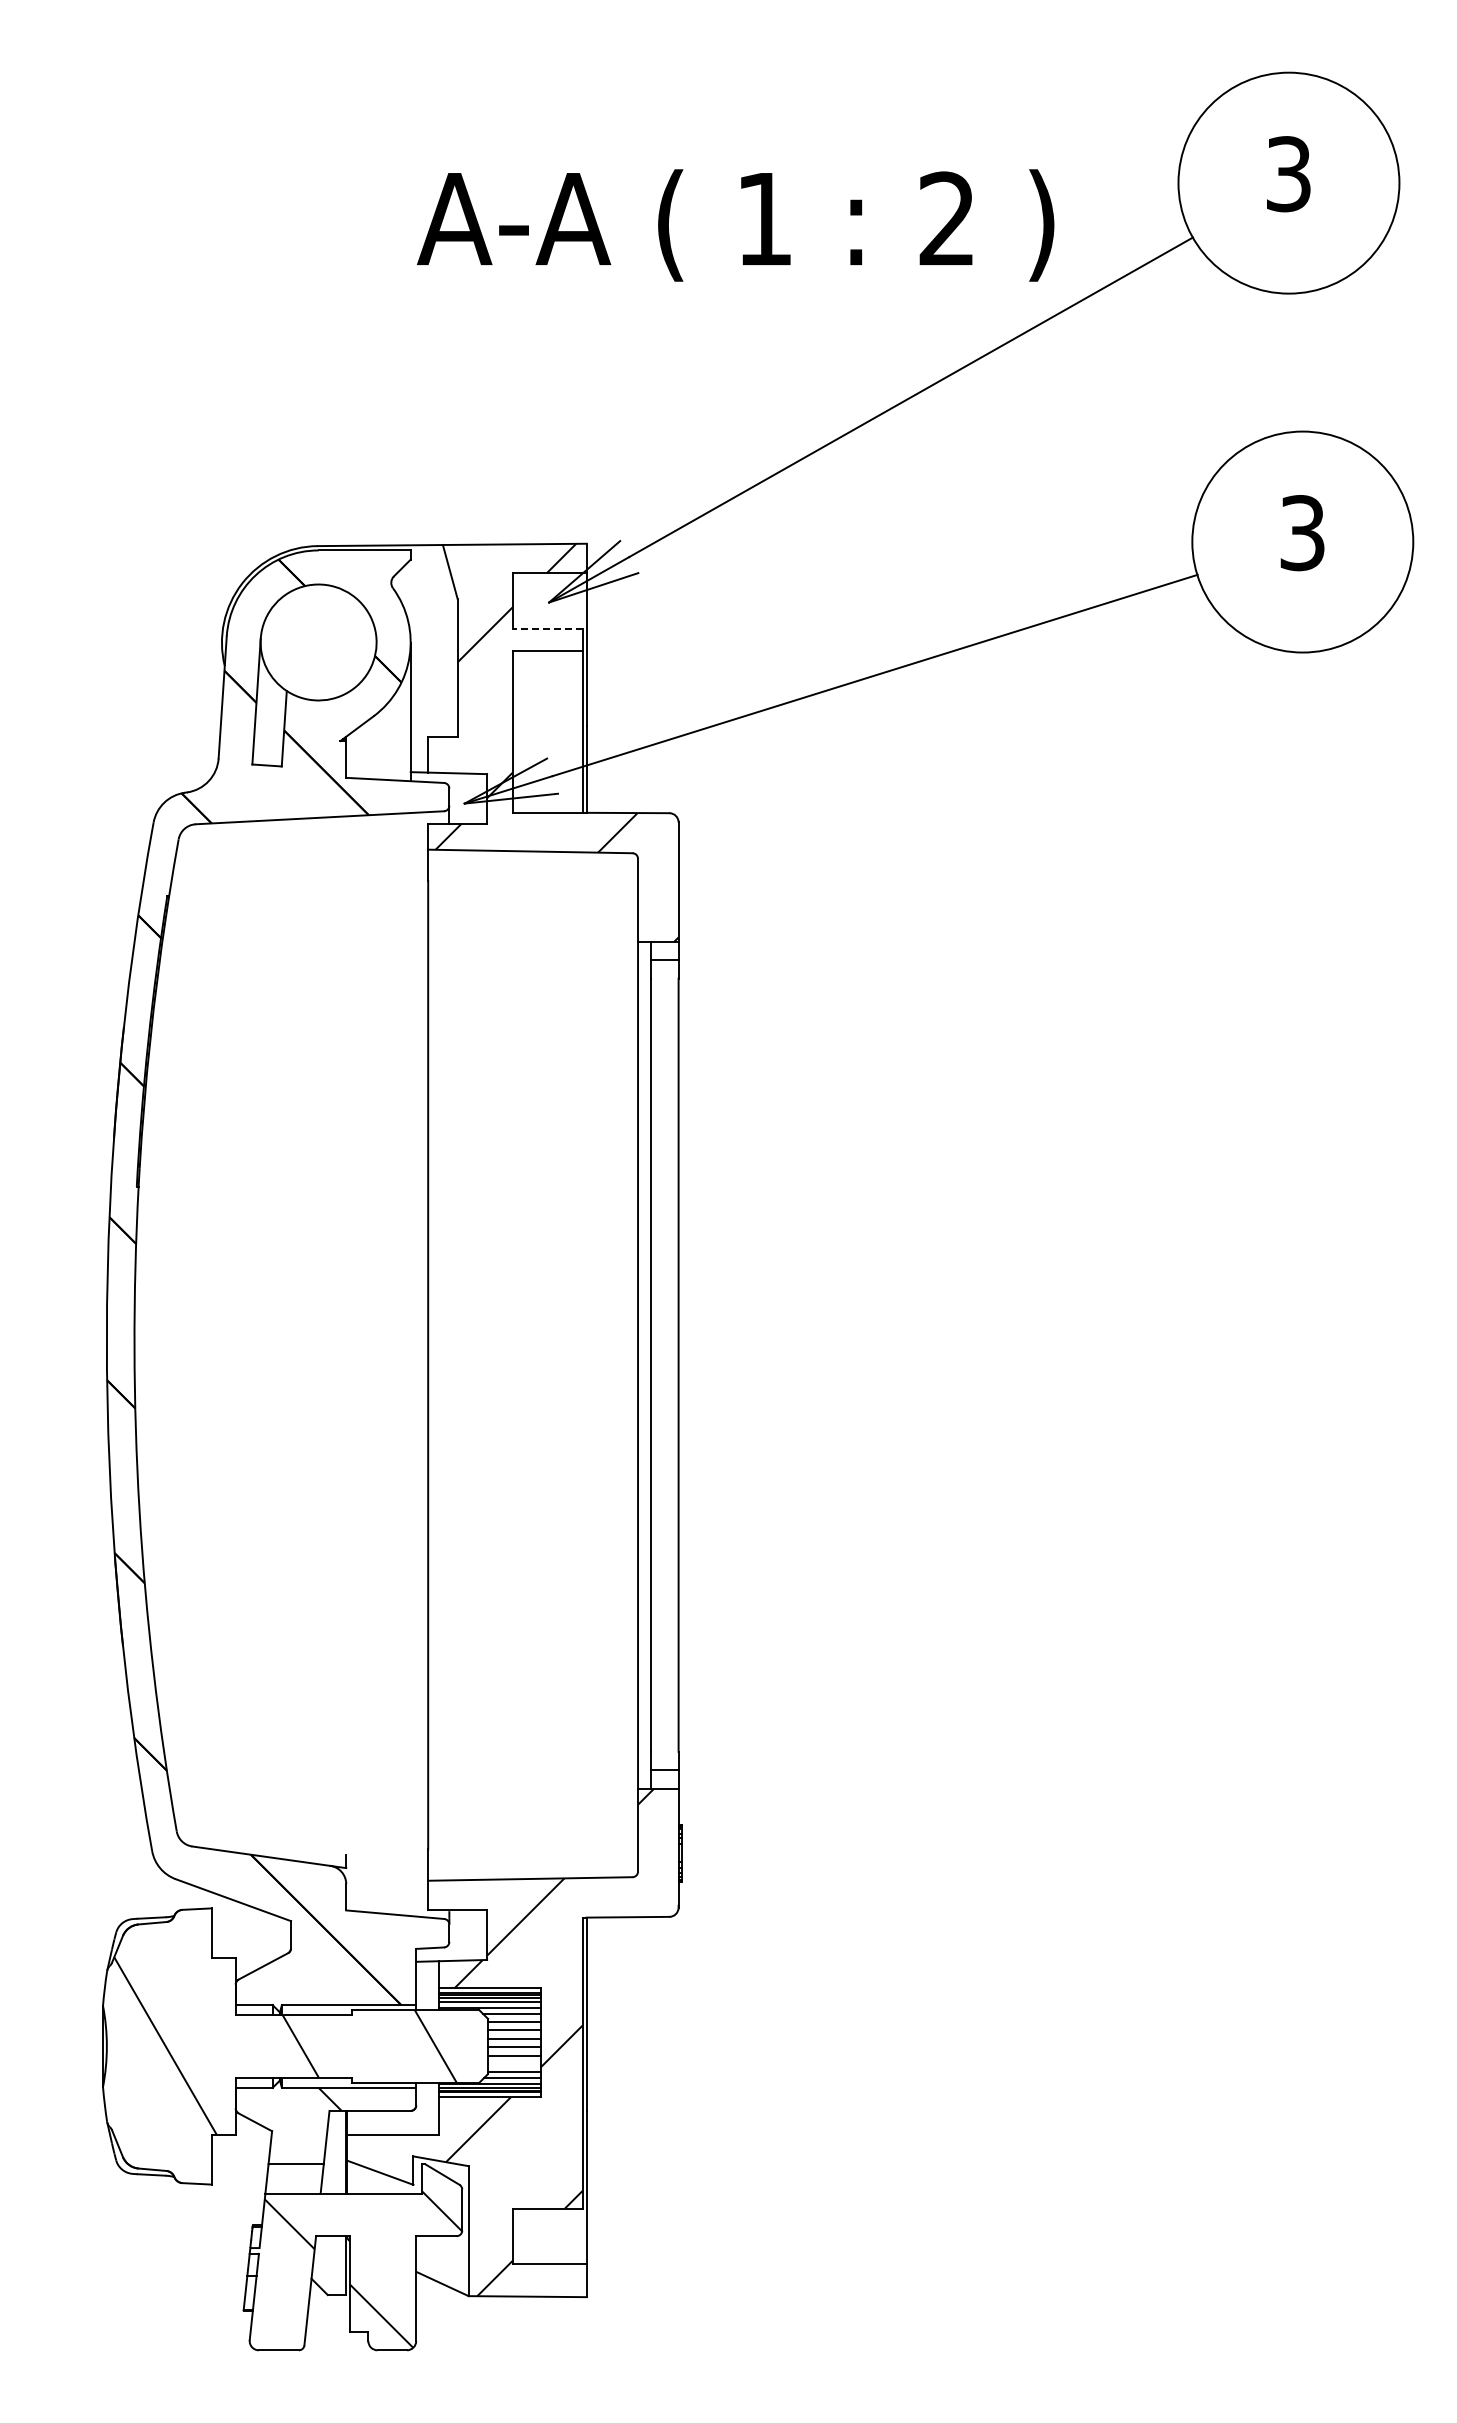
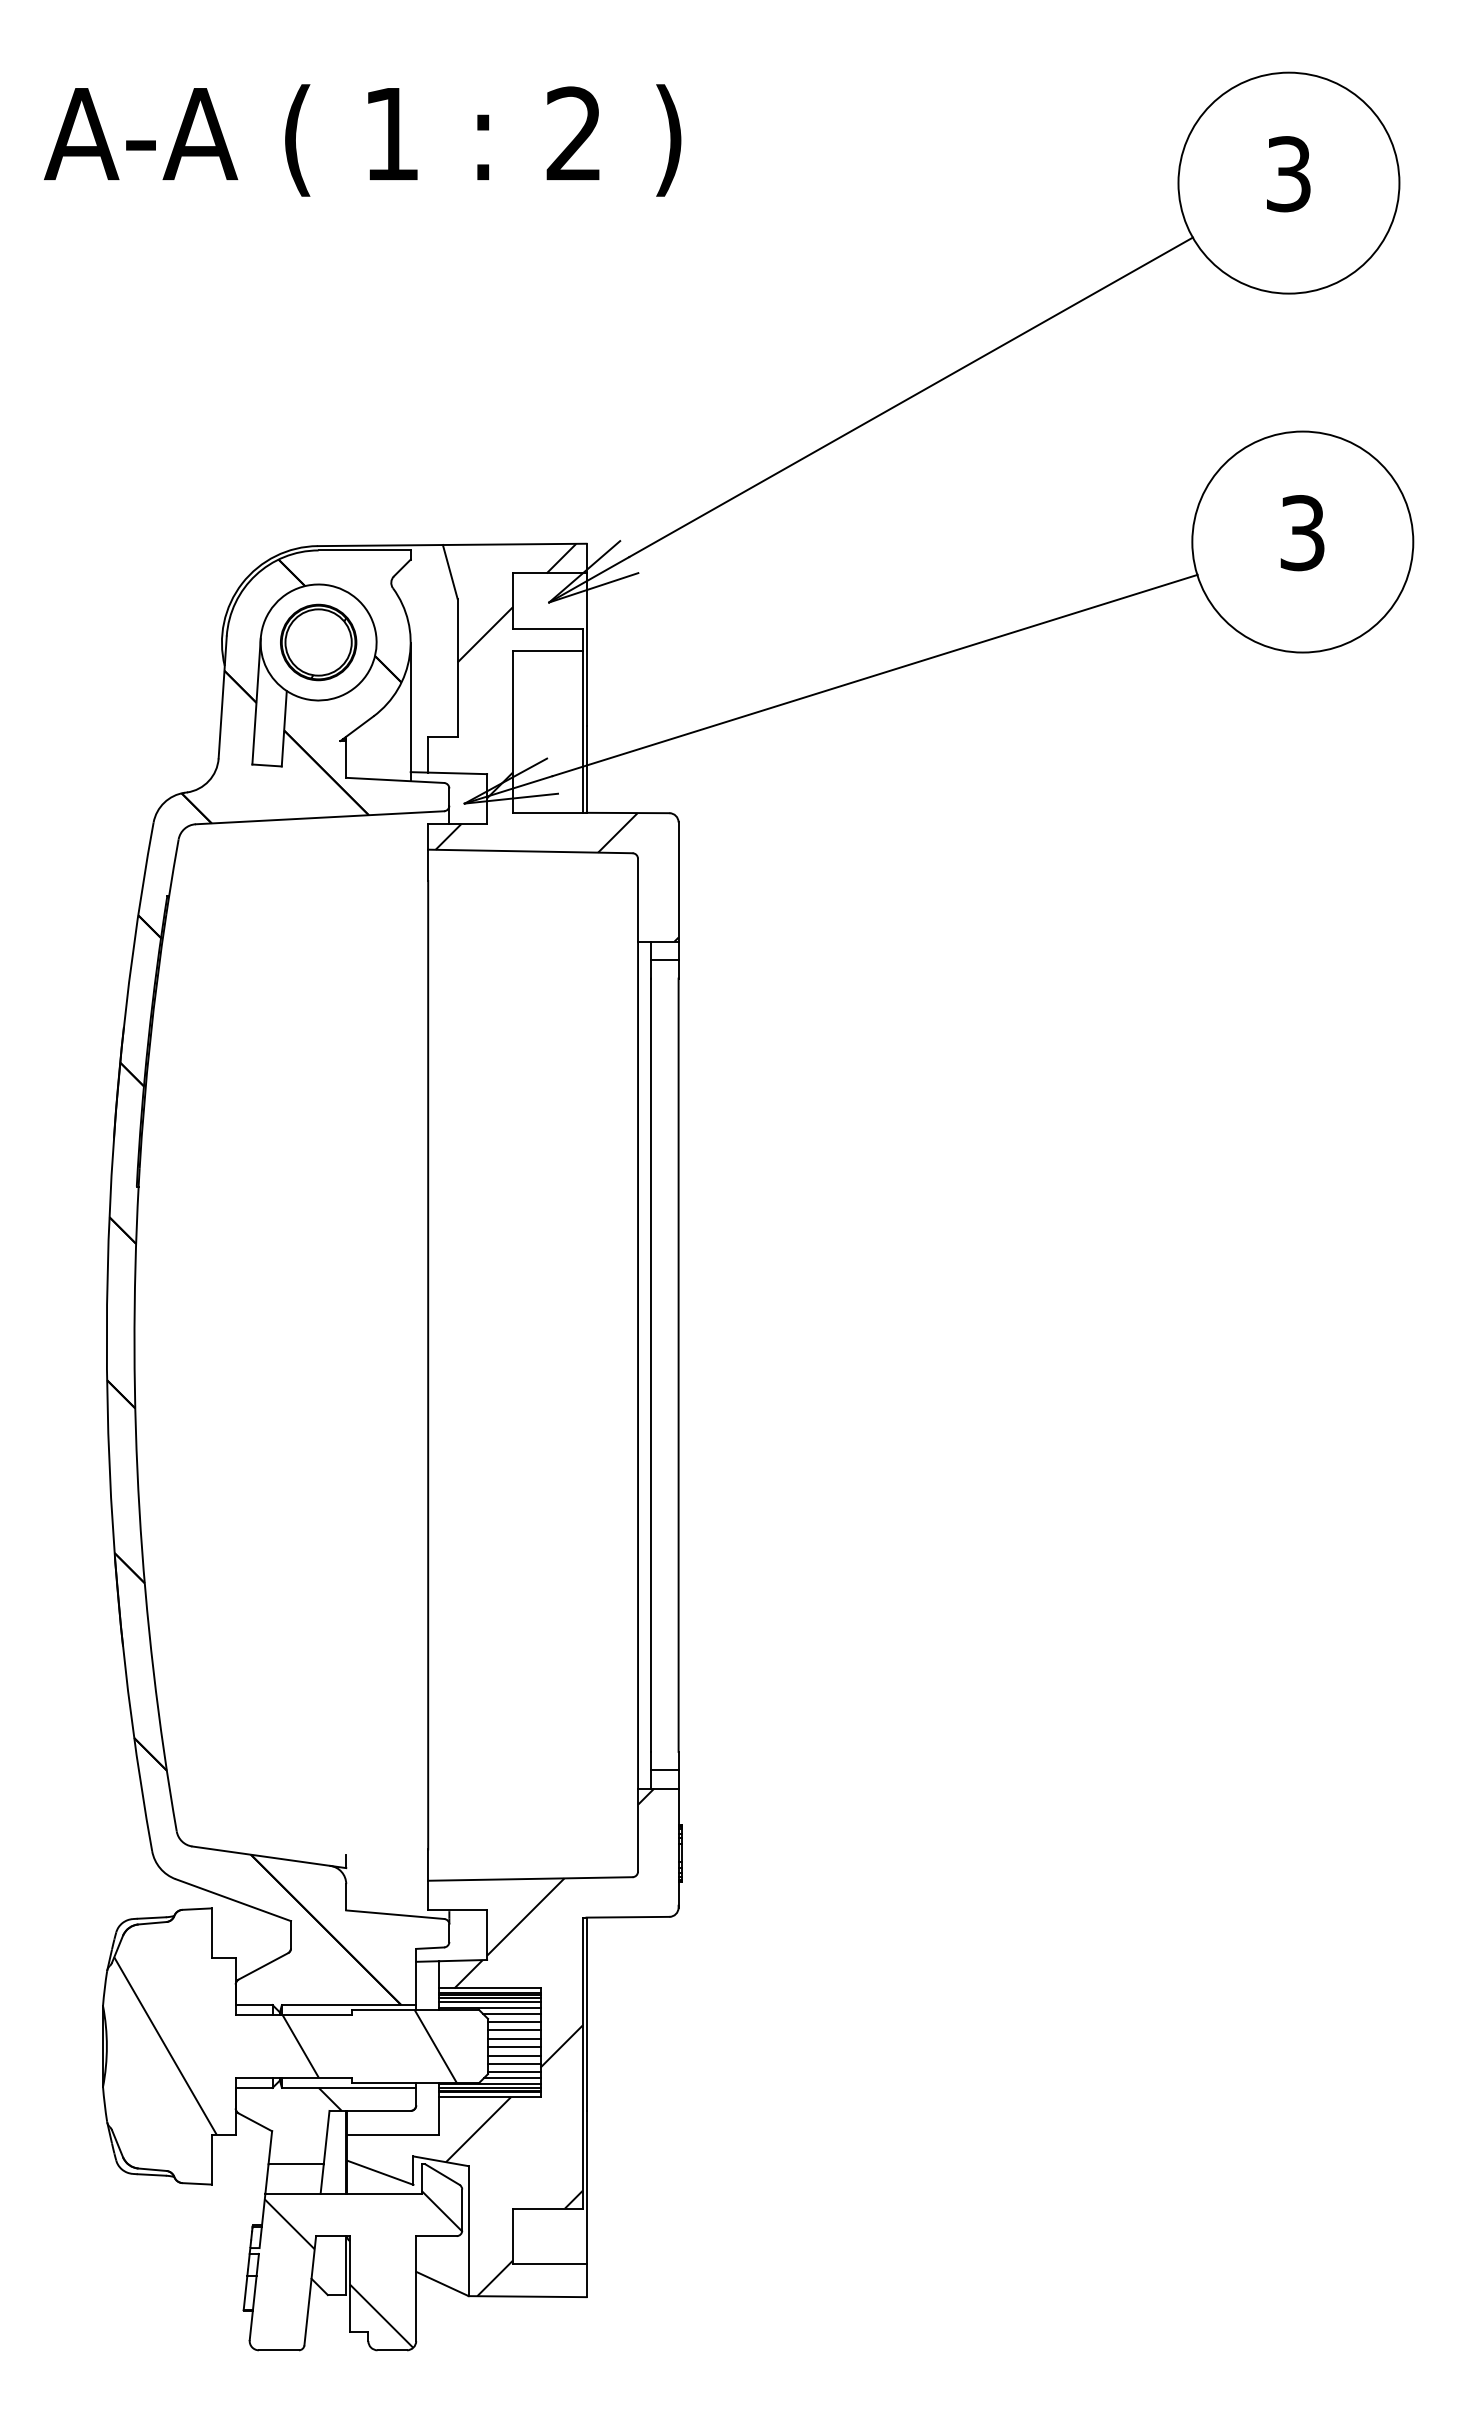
text at (735, 225) position: (735, 225) -> (362, 140)
line at (547, 628): dashed -> solid
part at (318, 642): none -> present
line at (514, 2063): none -> present
